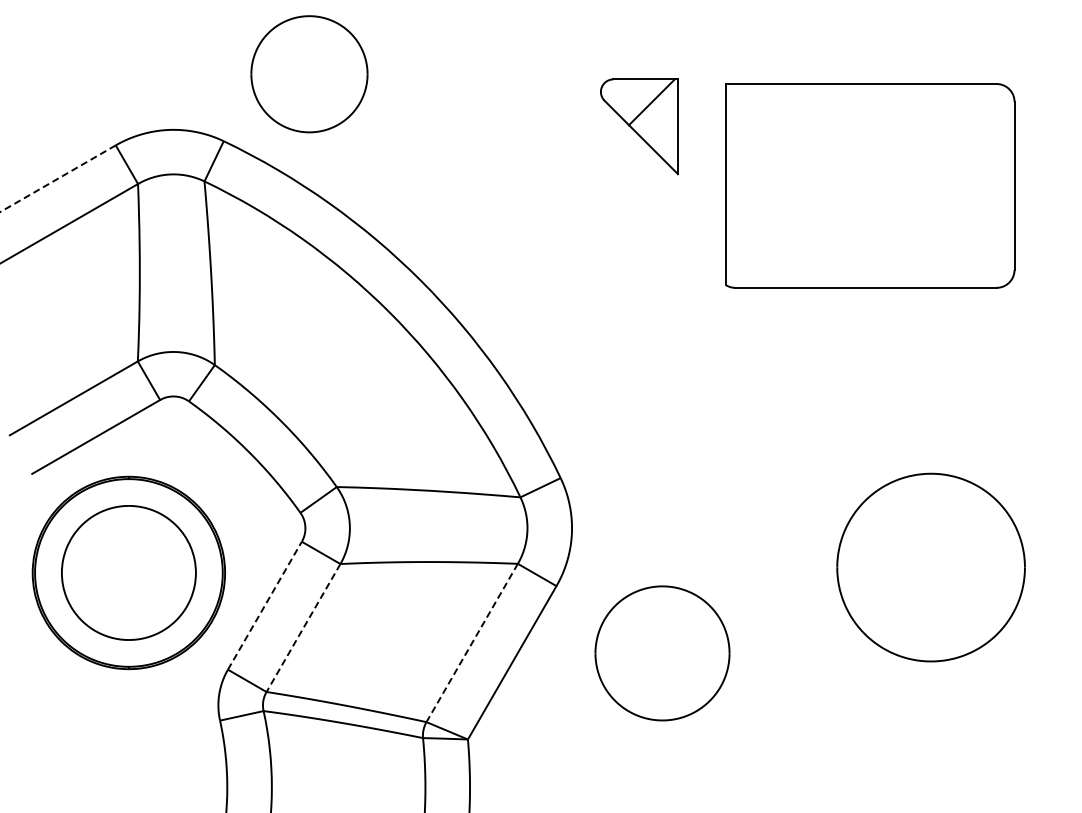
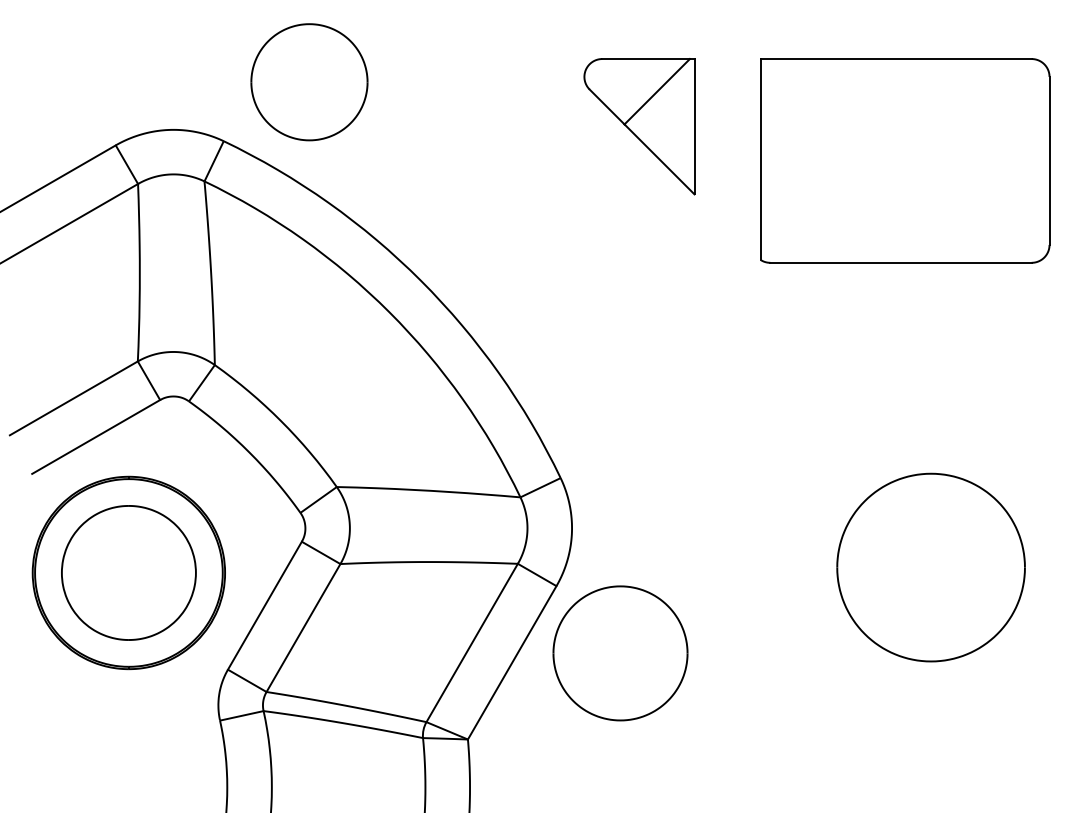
part at (309, 74) position: (309, 74) -> (309, 82)
part at (639, 126) size: 79x98 px -> 113x138 px
line at (58, 178): dashed -> solid
part at (870, 185) position: (870, 185) -> (905, 160)
line at (264, 605): dashed -> solid
line at (303, 628): dashed -> solid
line at (471, 643): dashed -> solid
part at (662, 653) position: (662, 653) -> (620, 653)
